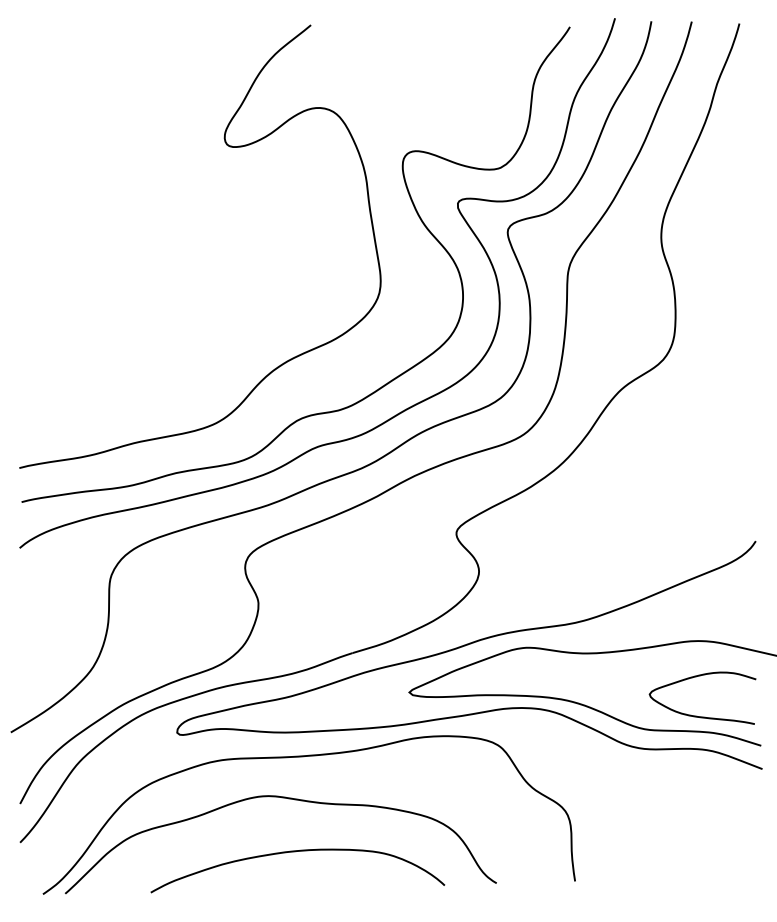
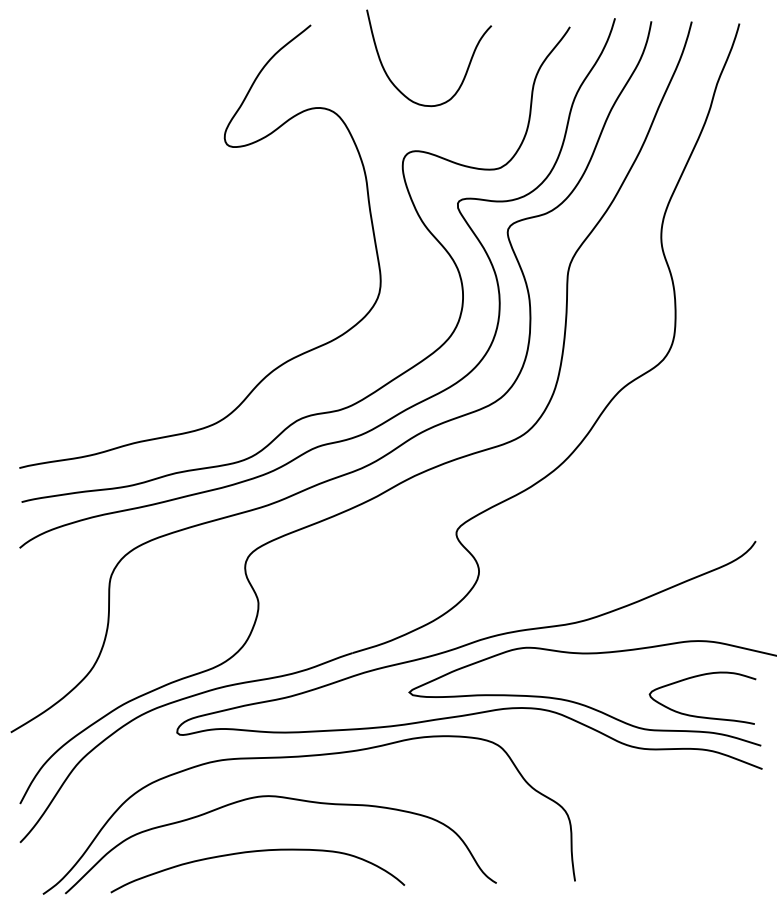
curve at (464, 74): none -> present
curve at (295, 852) position: (295, 852) -> (255, 852)
